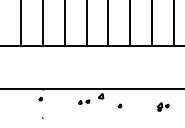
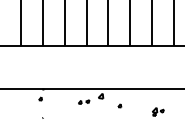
part at (163, 106) position: (163, 106) -> (158, 111)
